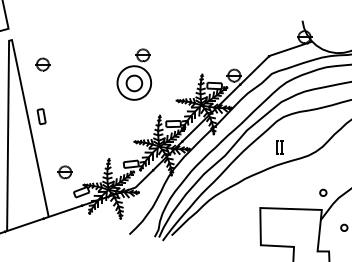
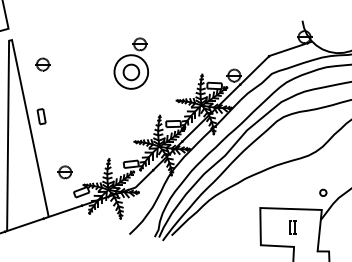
part at (134, 74) position: (134, 74) -> (131, 63)
part at (279, 147) position: (279, 147) -> (292, 227)
part at (344, 227): present -> none
